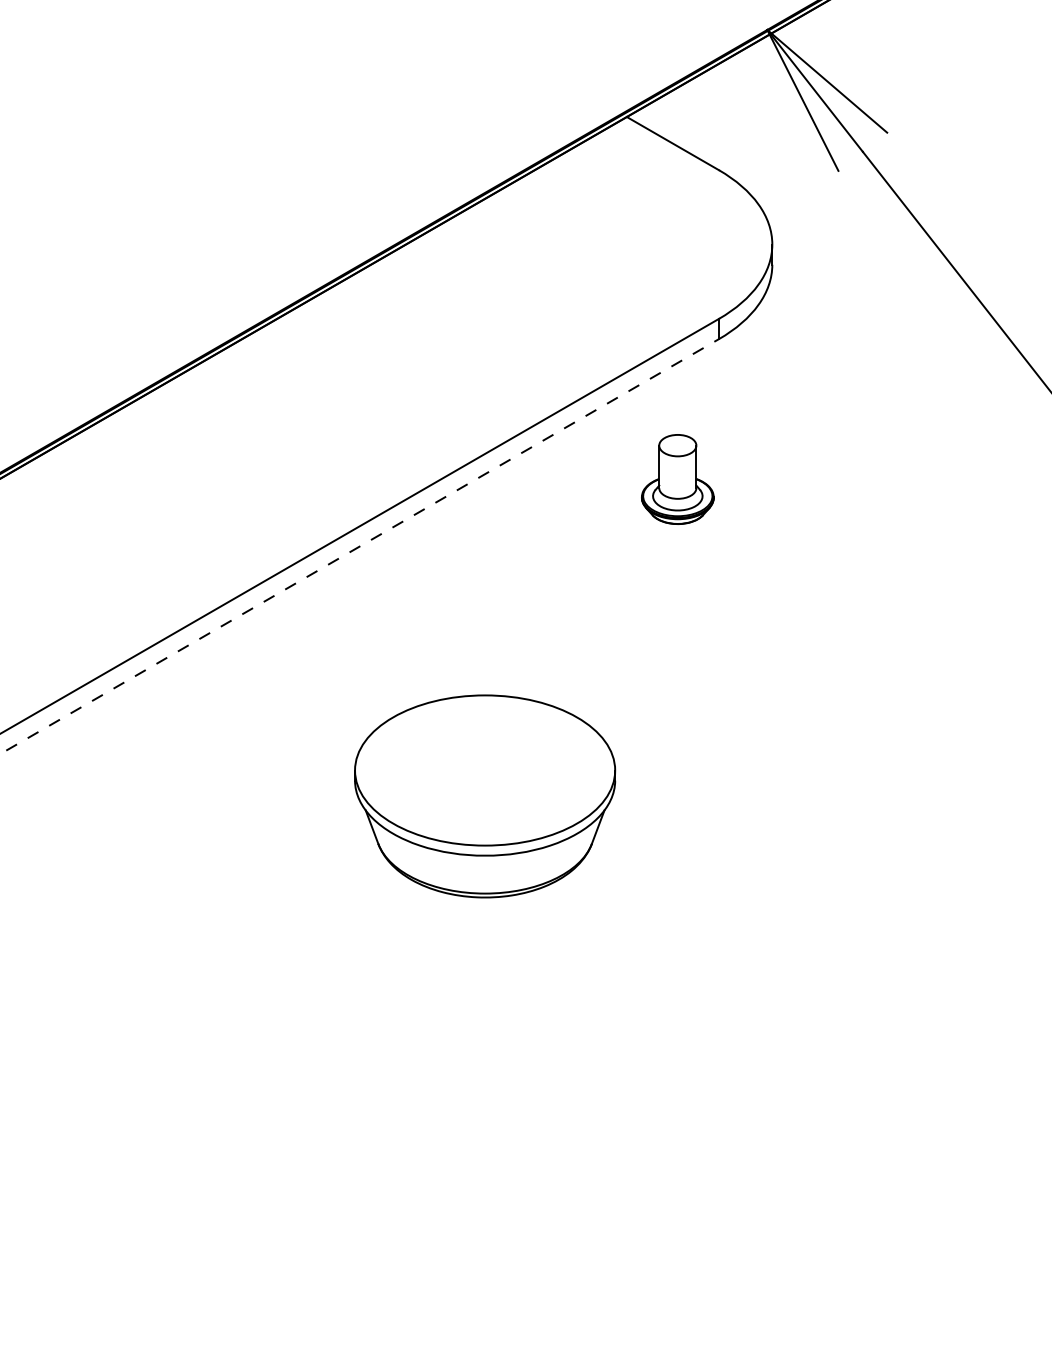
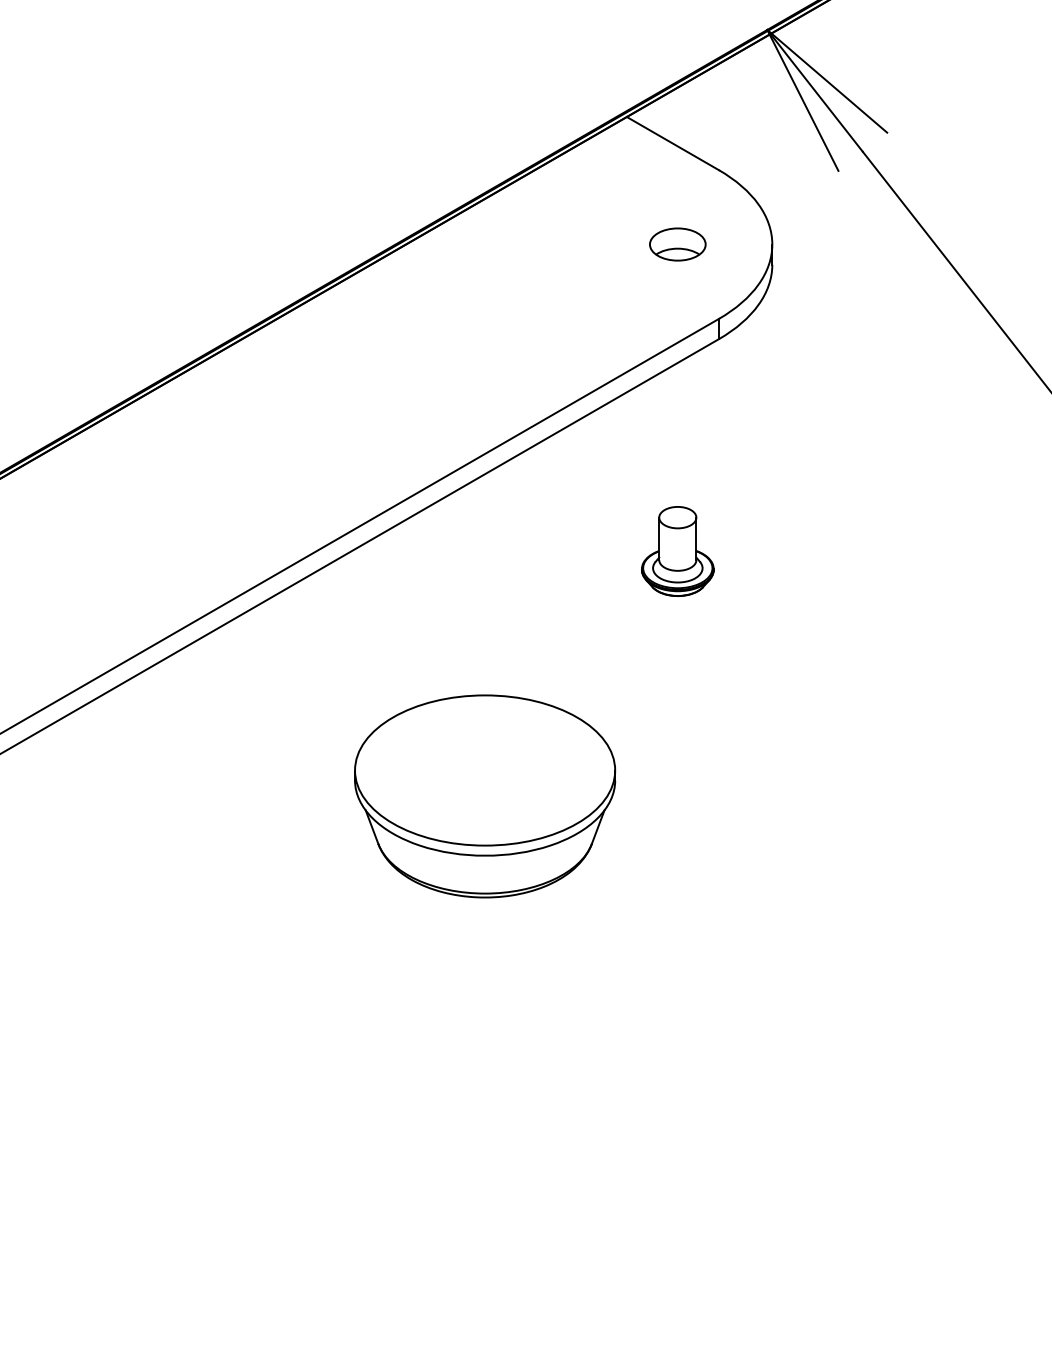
part at (677, 244): none -> present
part at (677, 479) position: (677, 479) -> (677, 551)
line at (359, 546): dashed -> solid
